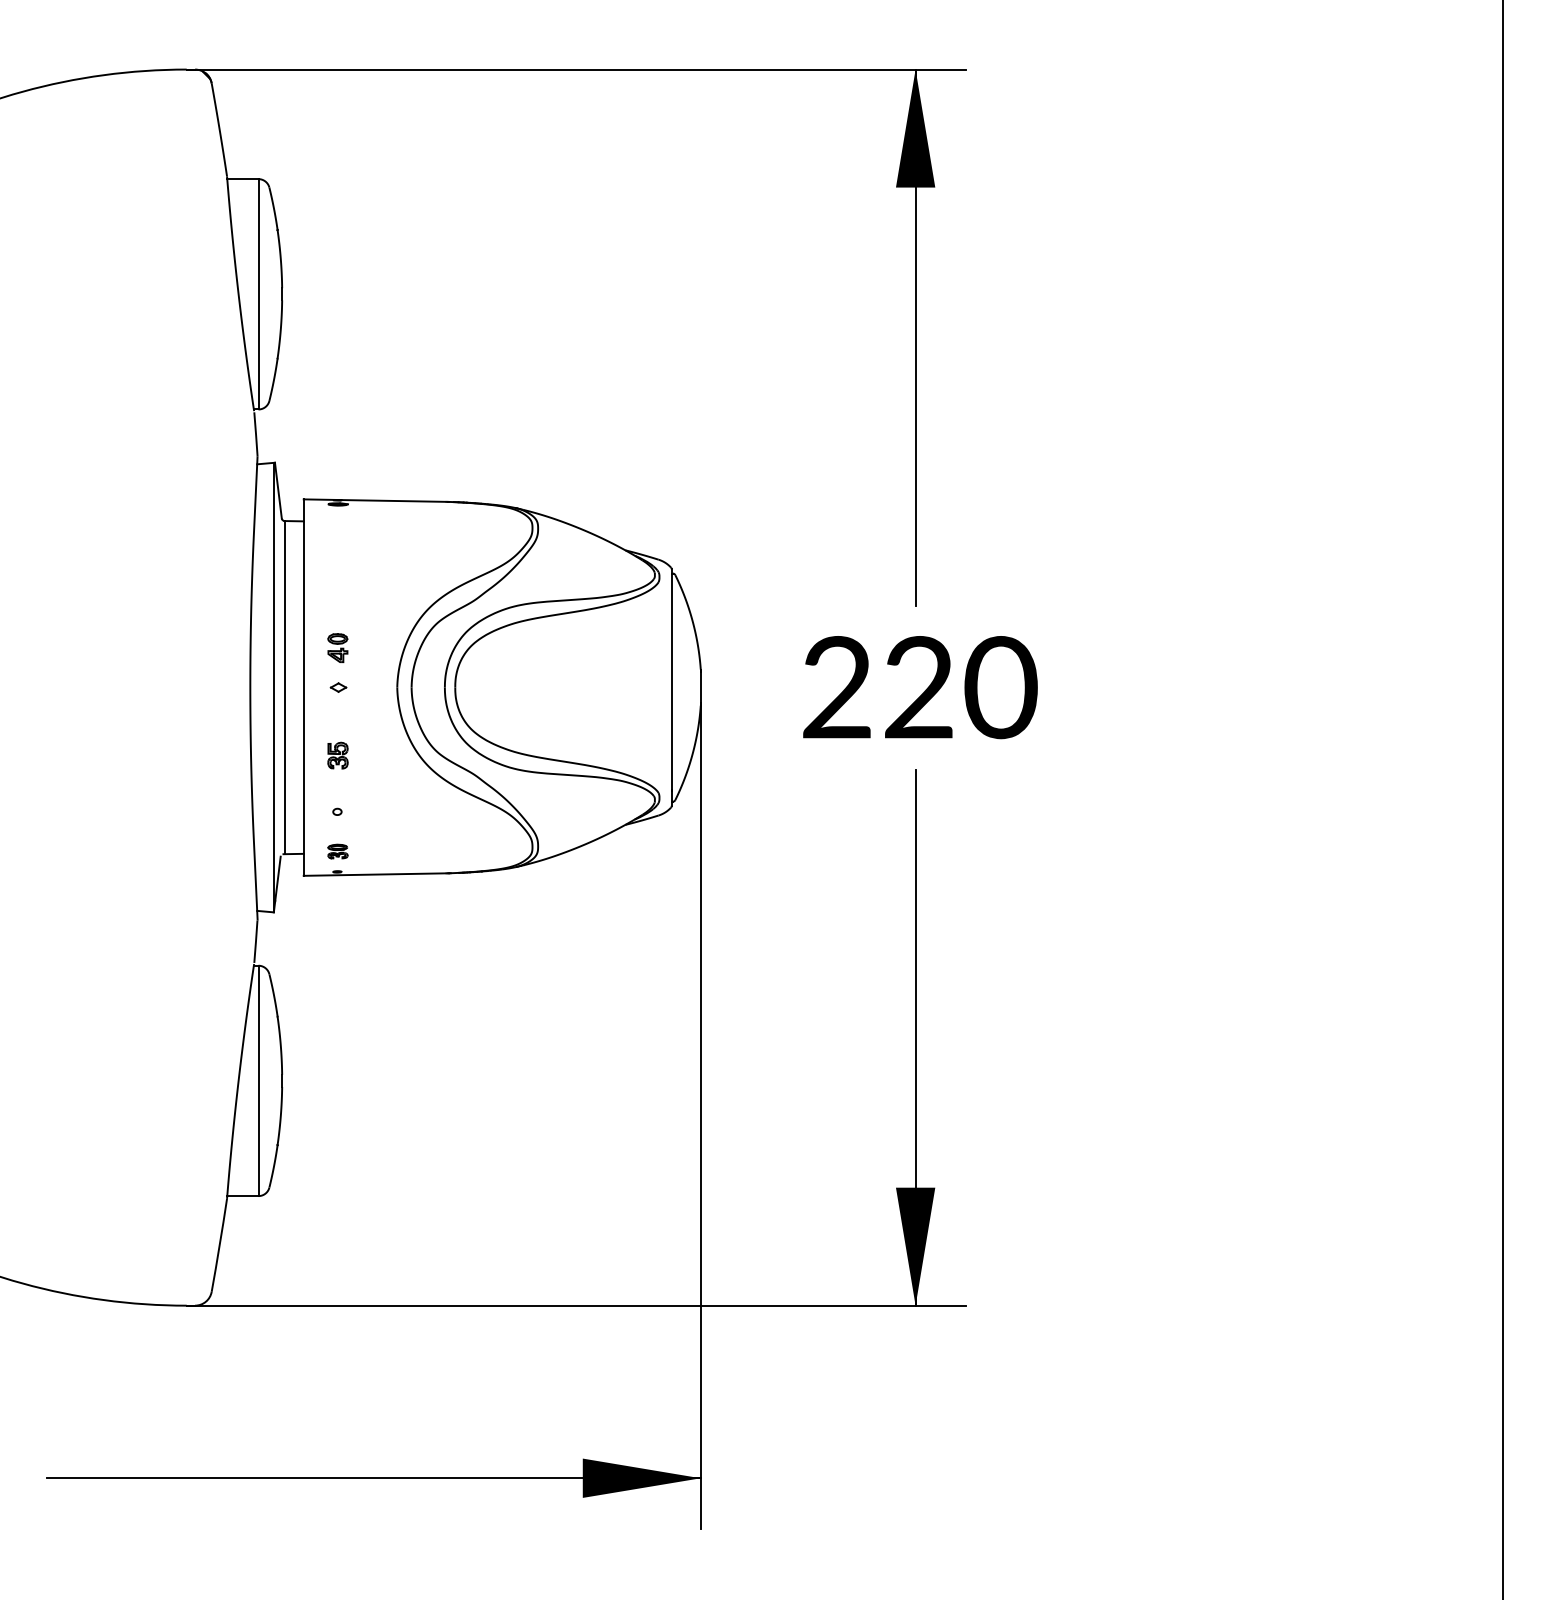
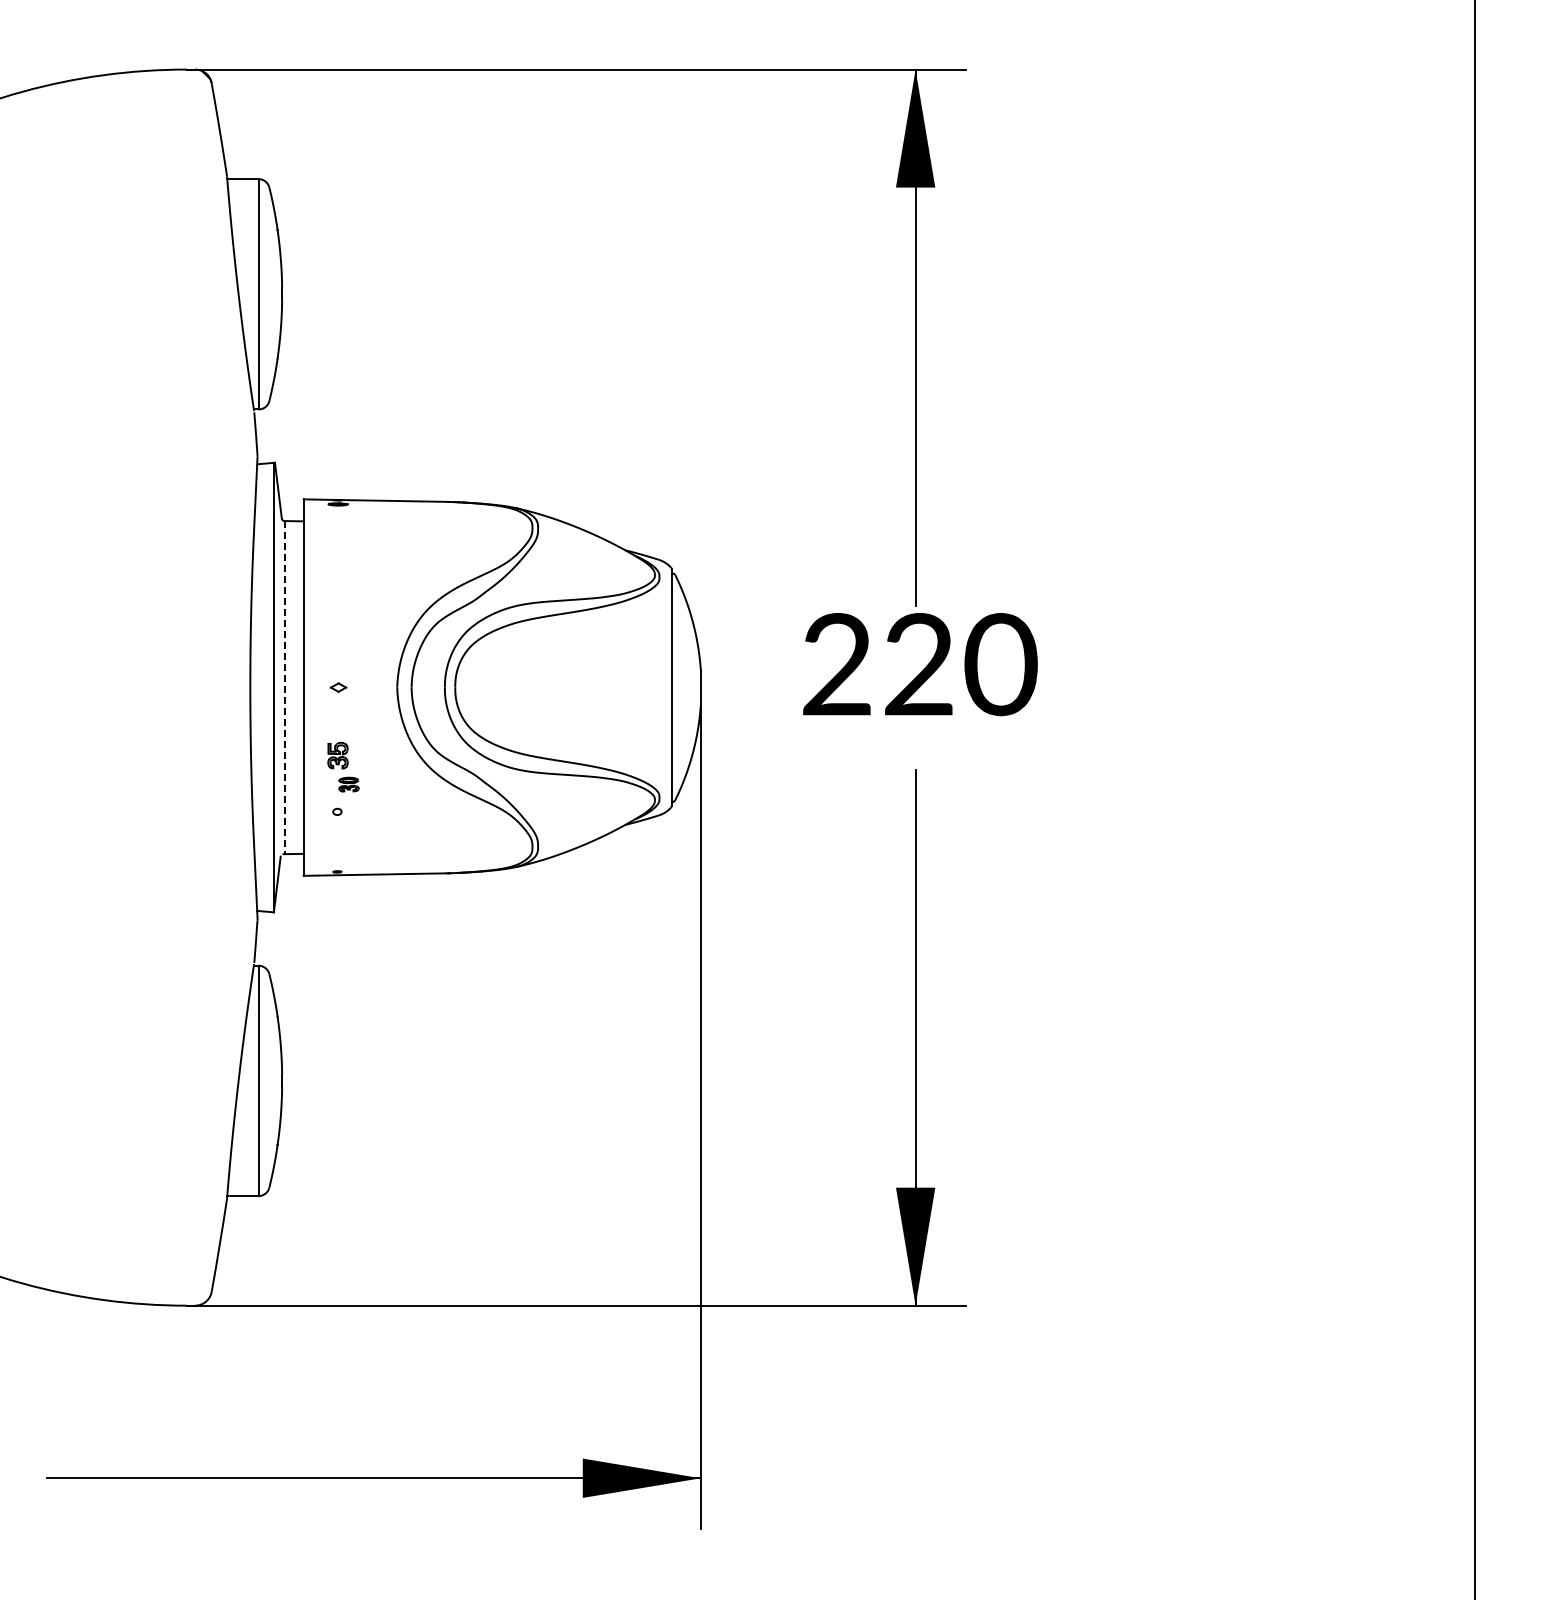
part at (337, 647): present -> none
line at (284, 687): solid -> dashed
text at (920, 687) position: (920, 687) -> (920, 664)
line at (1502, 799) position: (1502, 799) -> (1474, 799)
part at (337, 851) position: (337, 851) -> (348, 784)
